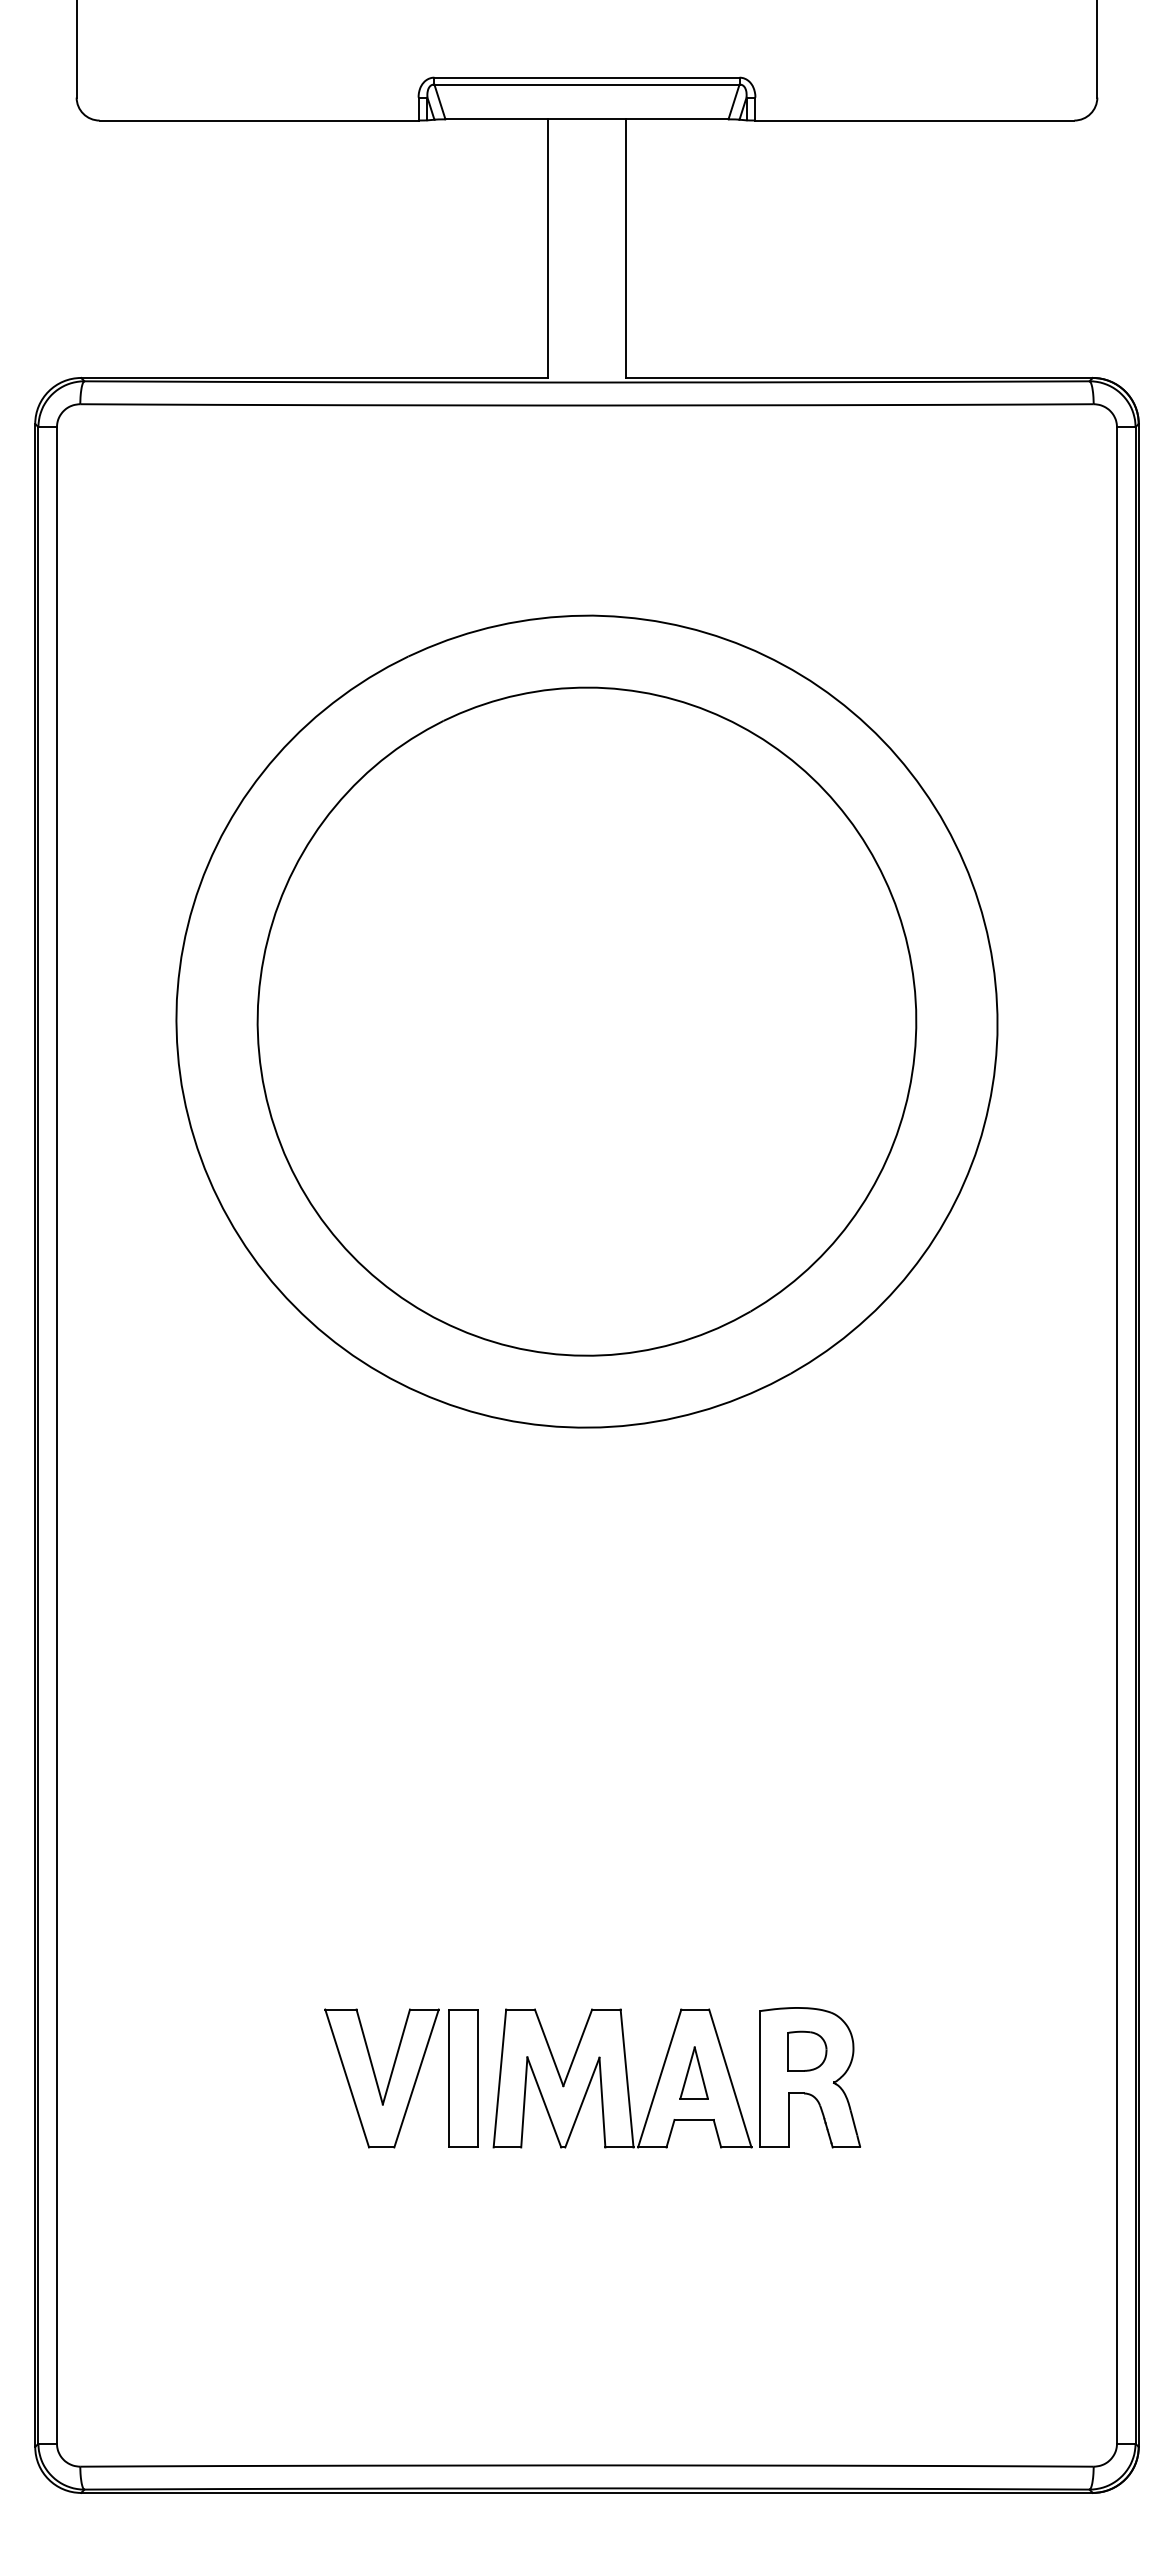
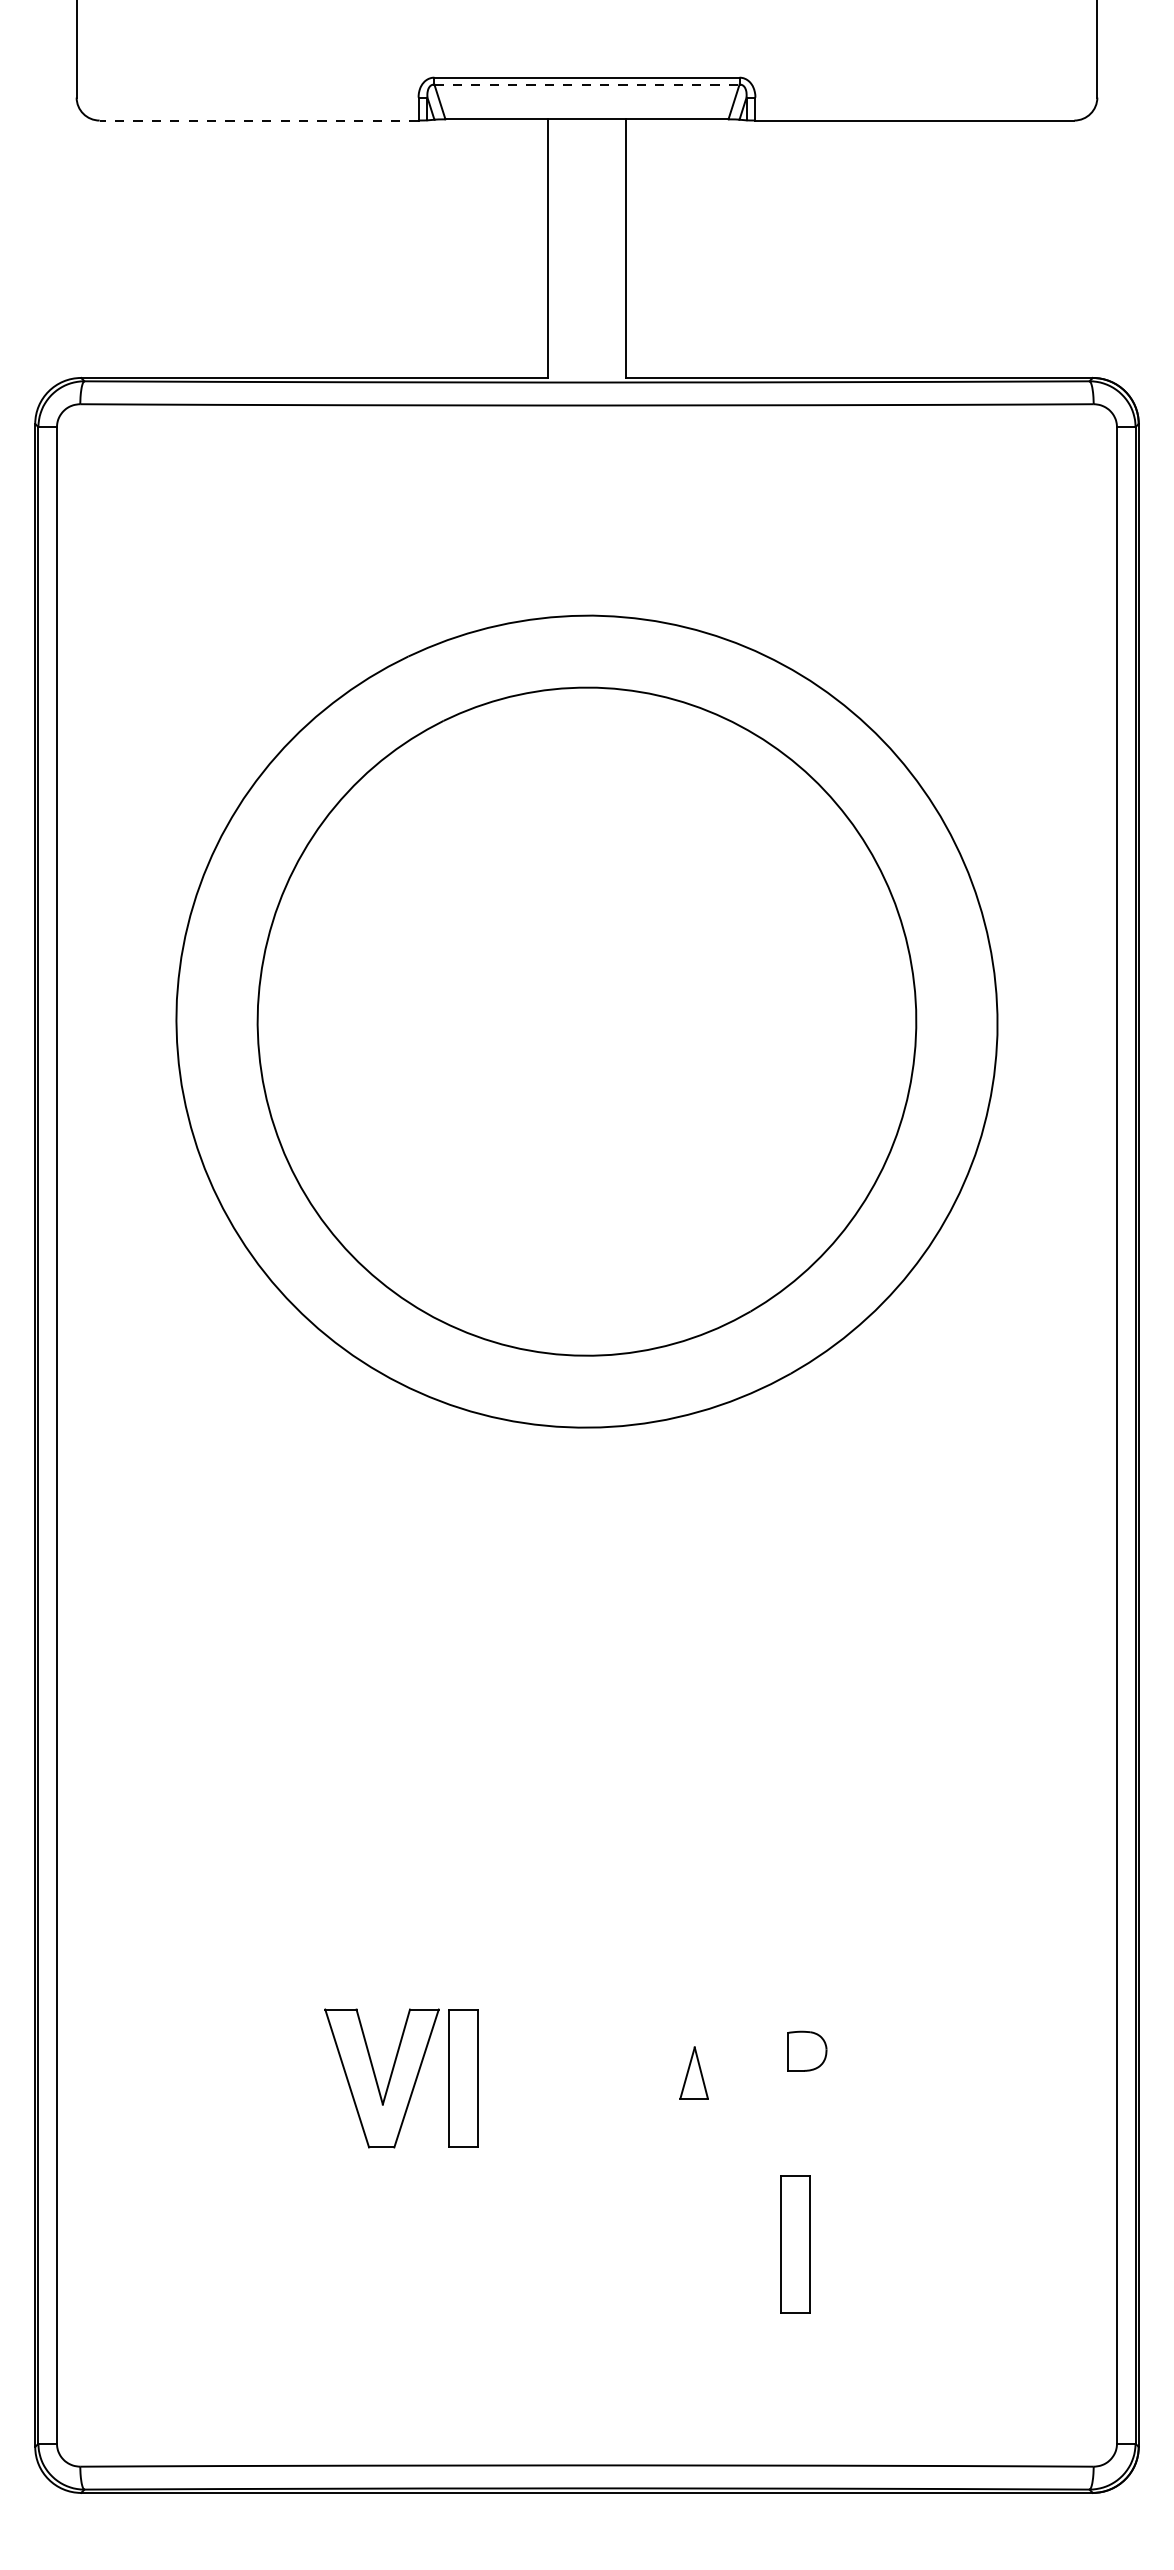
line at (586, 84): solid -> dashed
line at (258, 120): solid -> dashed
part at (676, 2077): present -> none
part at (795, 2244): none -> present
